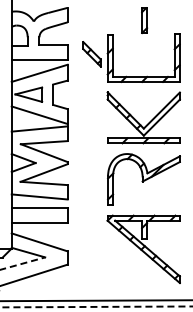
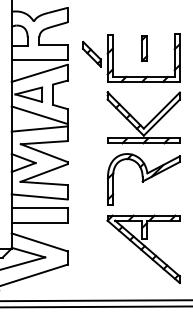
part at (144, 20) position: (144, 20) -> (144, 48)
line at (23, 263): dashed -> solid
line at (95, 306): dashed -> solid
